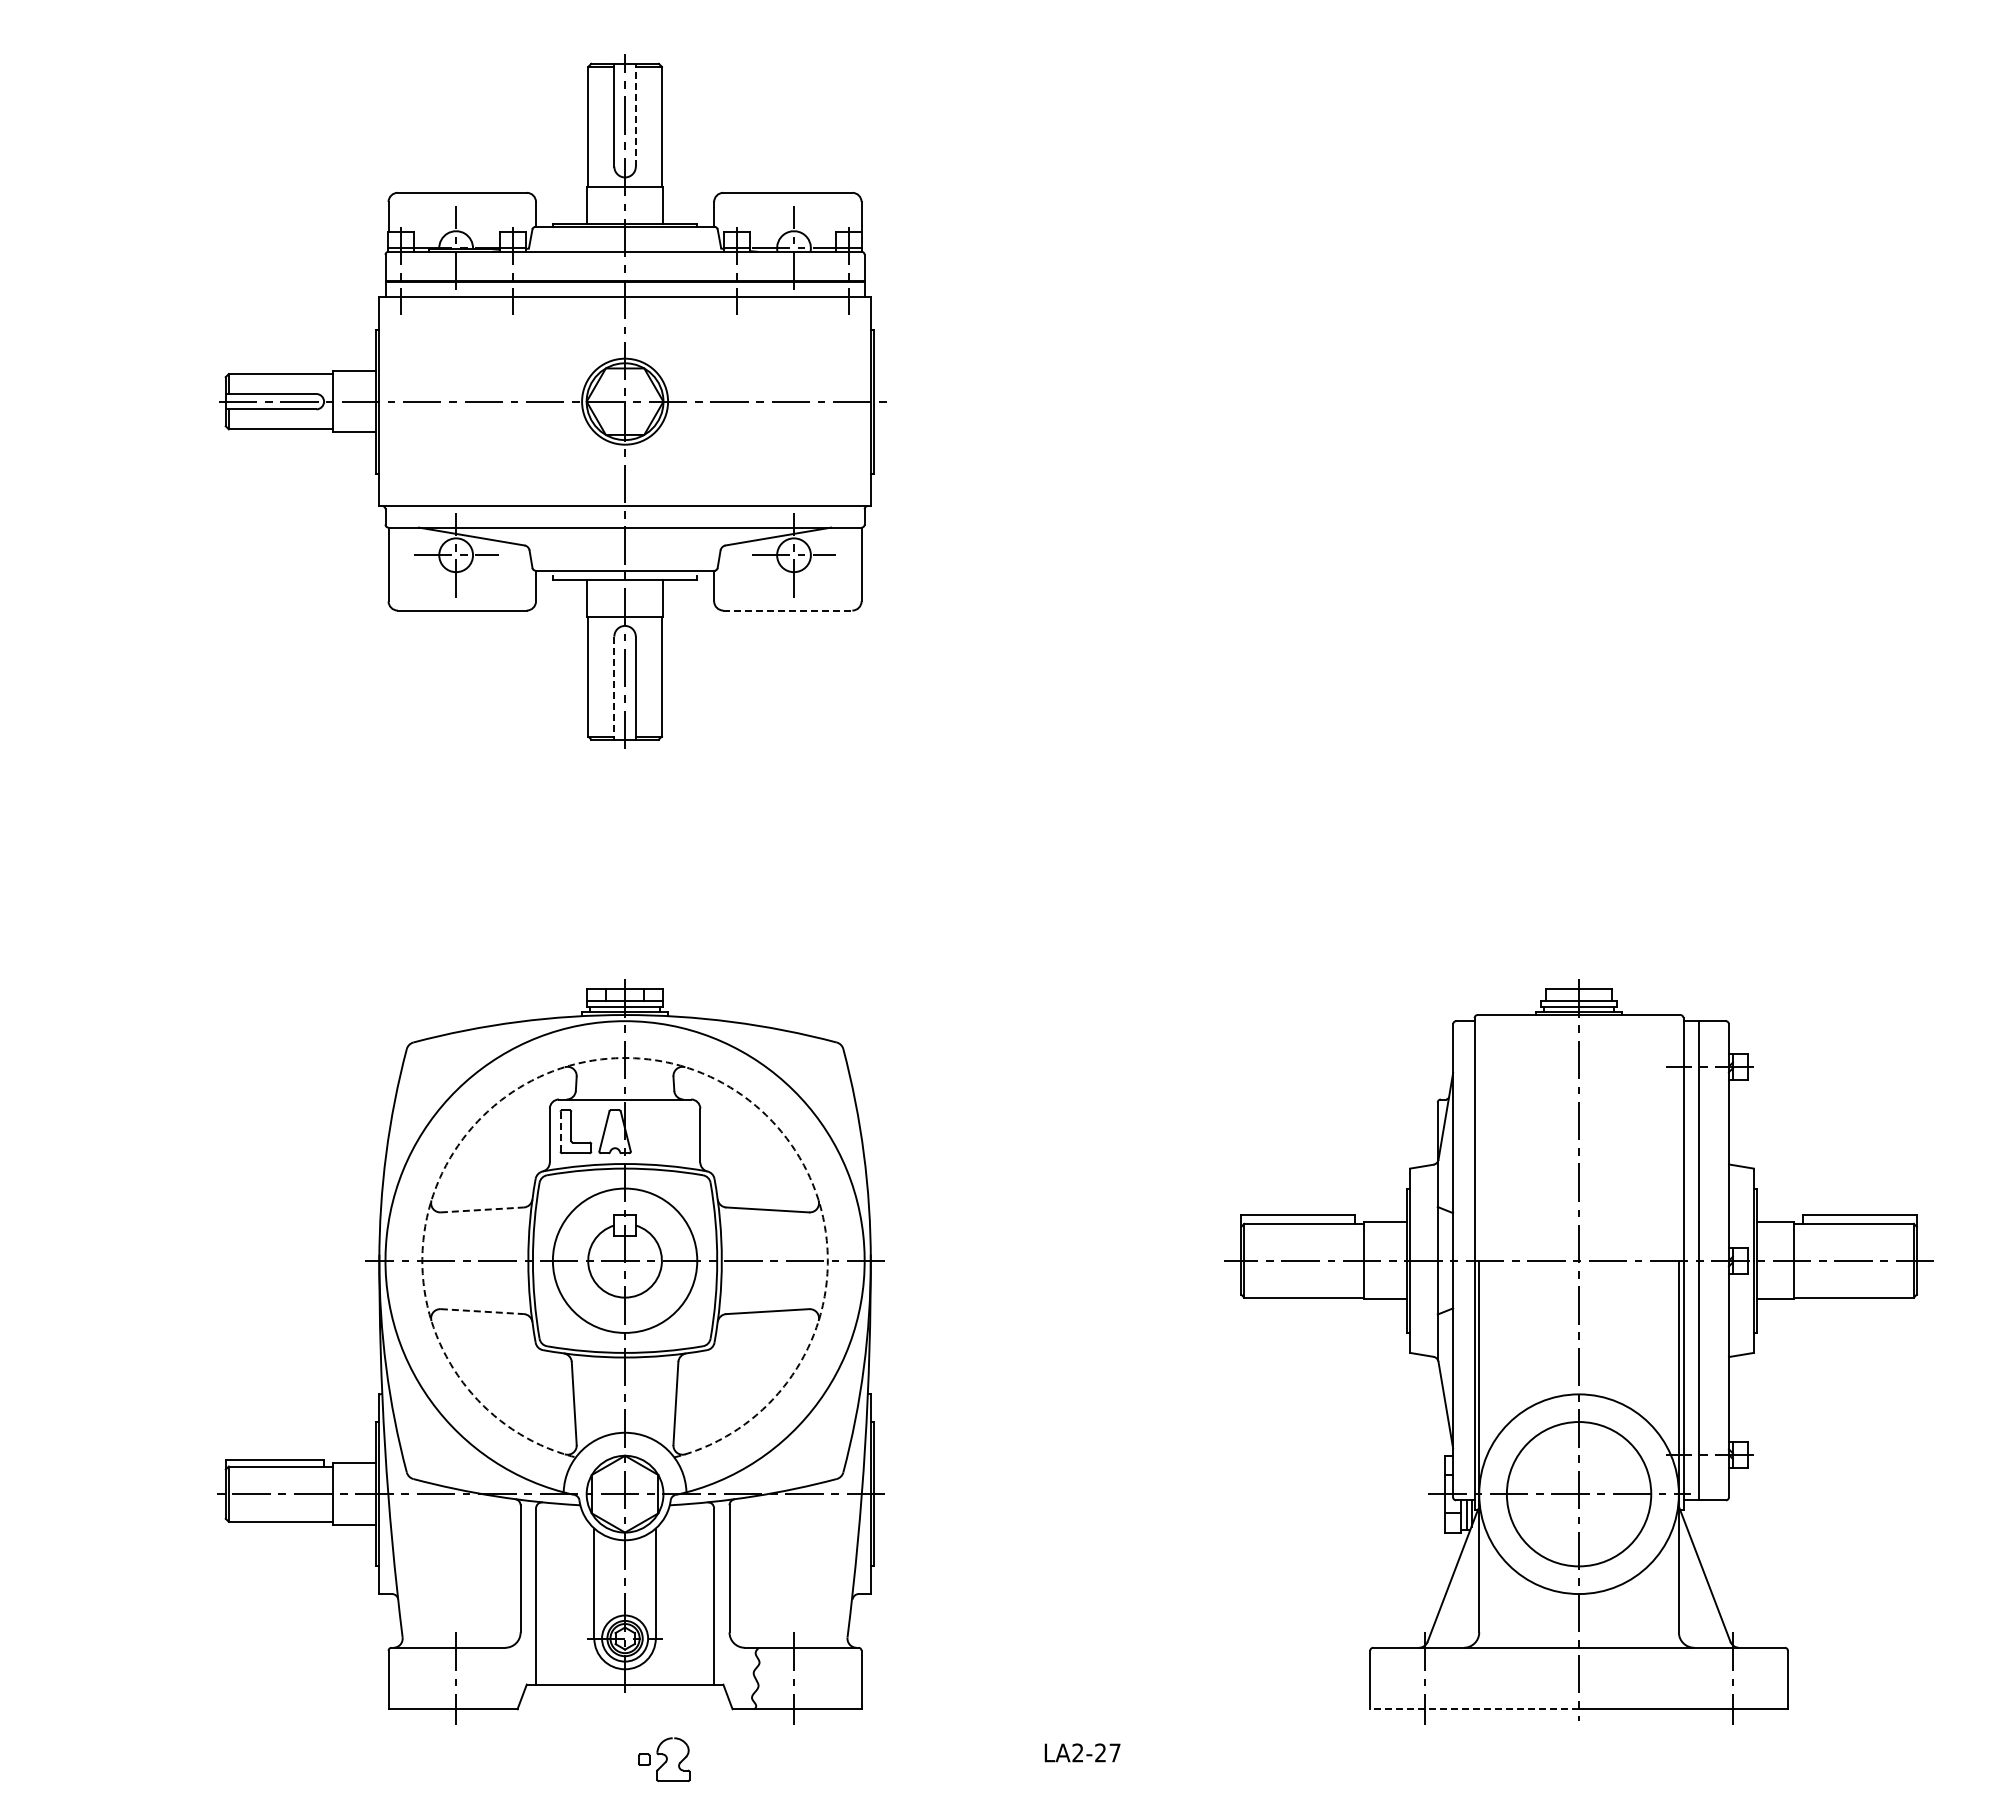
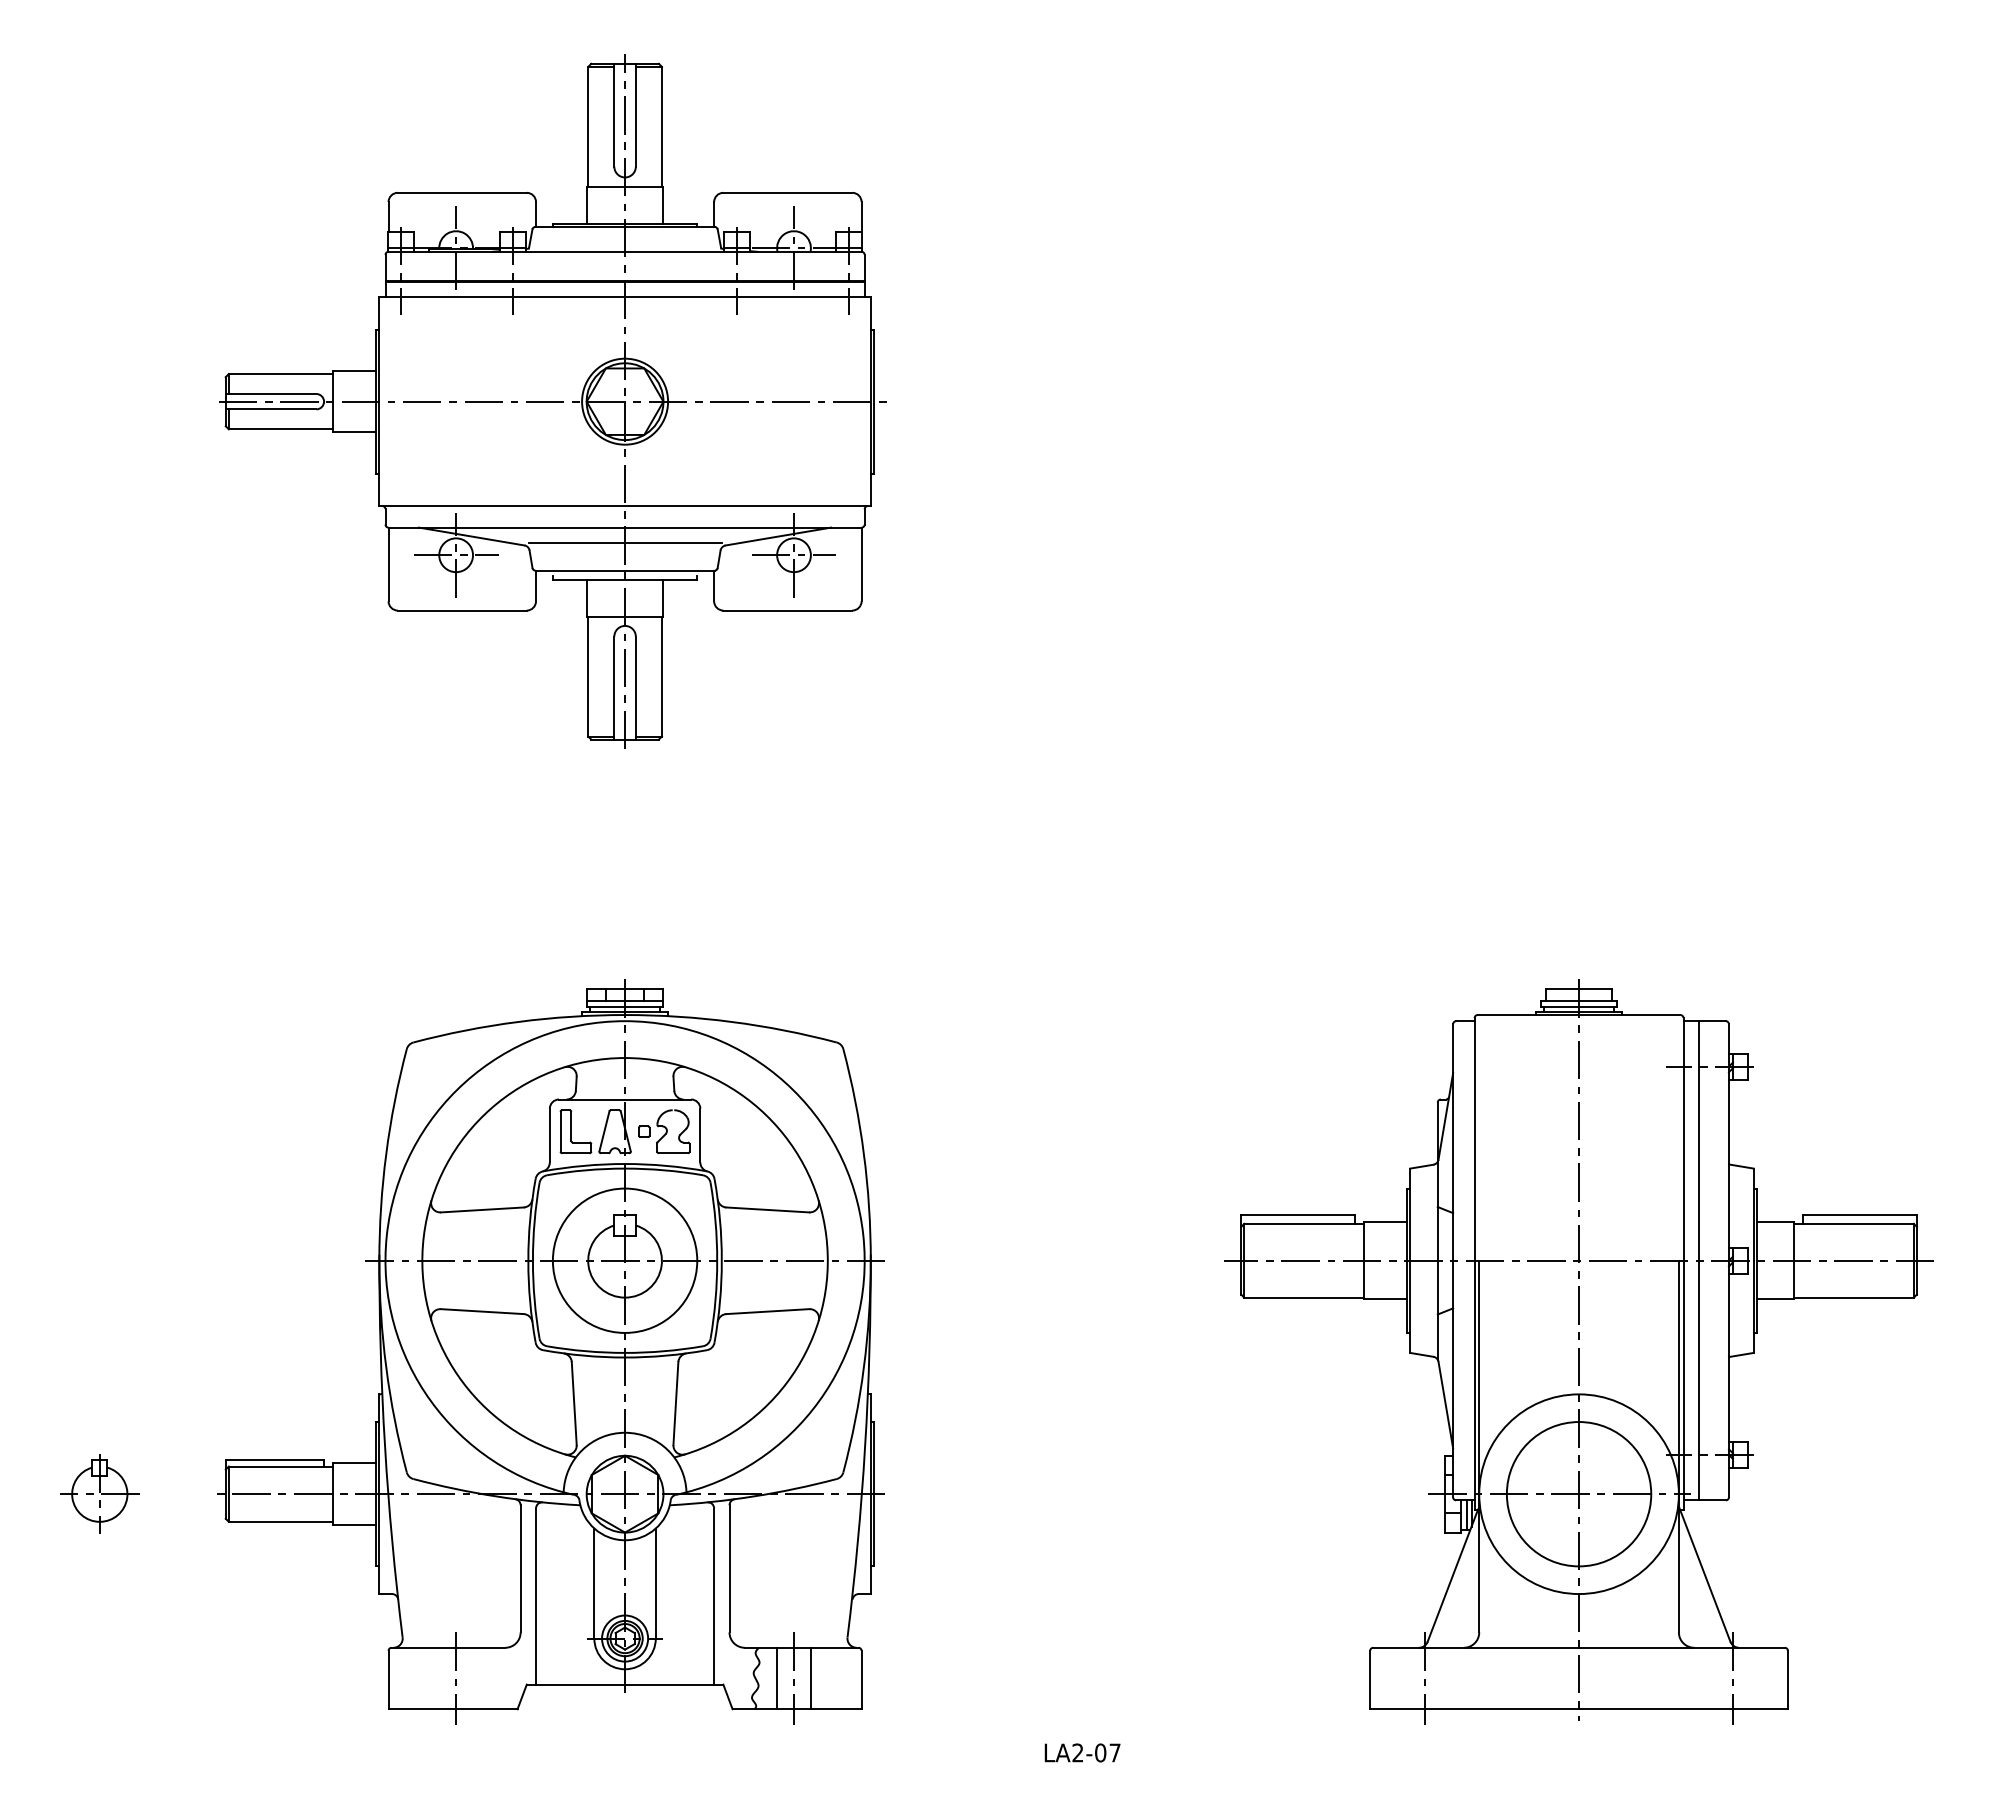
line at (635, 114): dashed -> solid
line at (624, 542): none -> present
line at (787, 610): dashed -> solid
line at (614, 688): dashed -> solid
arc at (625, 1058): dashed -> solid
line at (560, 1131): dashed -> solid
line at (482, 1209): dashed -> solid
line at (482, 1311): dashed -> solid
part at (99, 1493): none -> present
line at (777, 1678): none -> present
line at (810, 1678): none -> present
line at (1474, 1709): dashed -> solid
text at (1100, 1752): LA2-27 -> LA2-07
part at (664, 1759) position: (664, 1759) -> (664, 1131)
